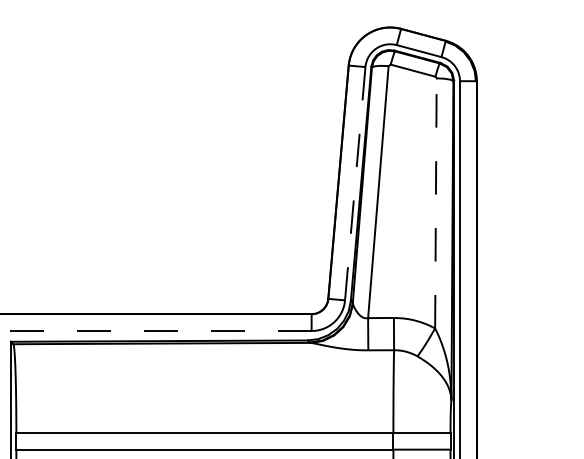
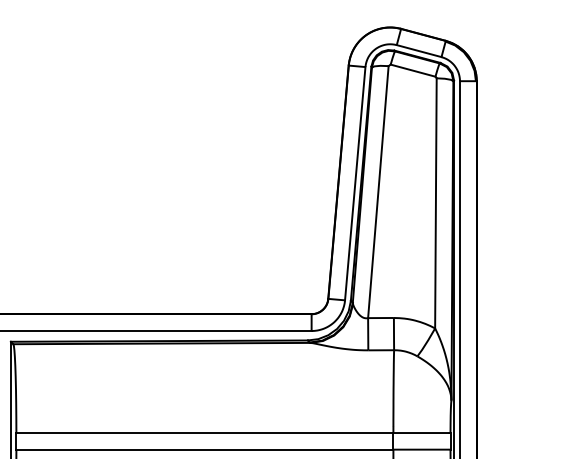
line at (355, 184): dashed -> solid
line at (435, 202): dashed -> solid
line at (155, 331): dashed -> solid
